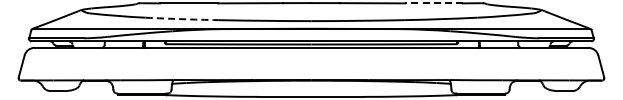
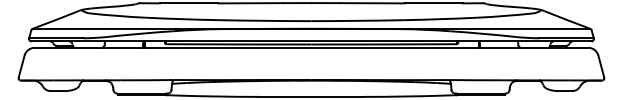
line at (433, 3): dashed -> solid
arc at (181, 19): dashed -> solid
